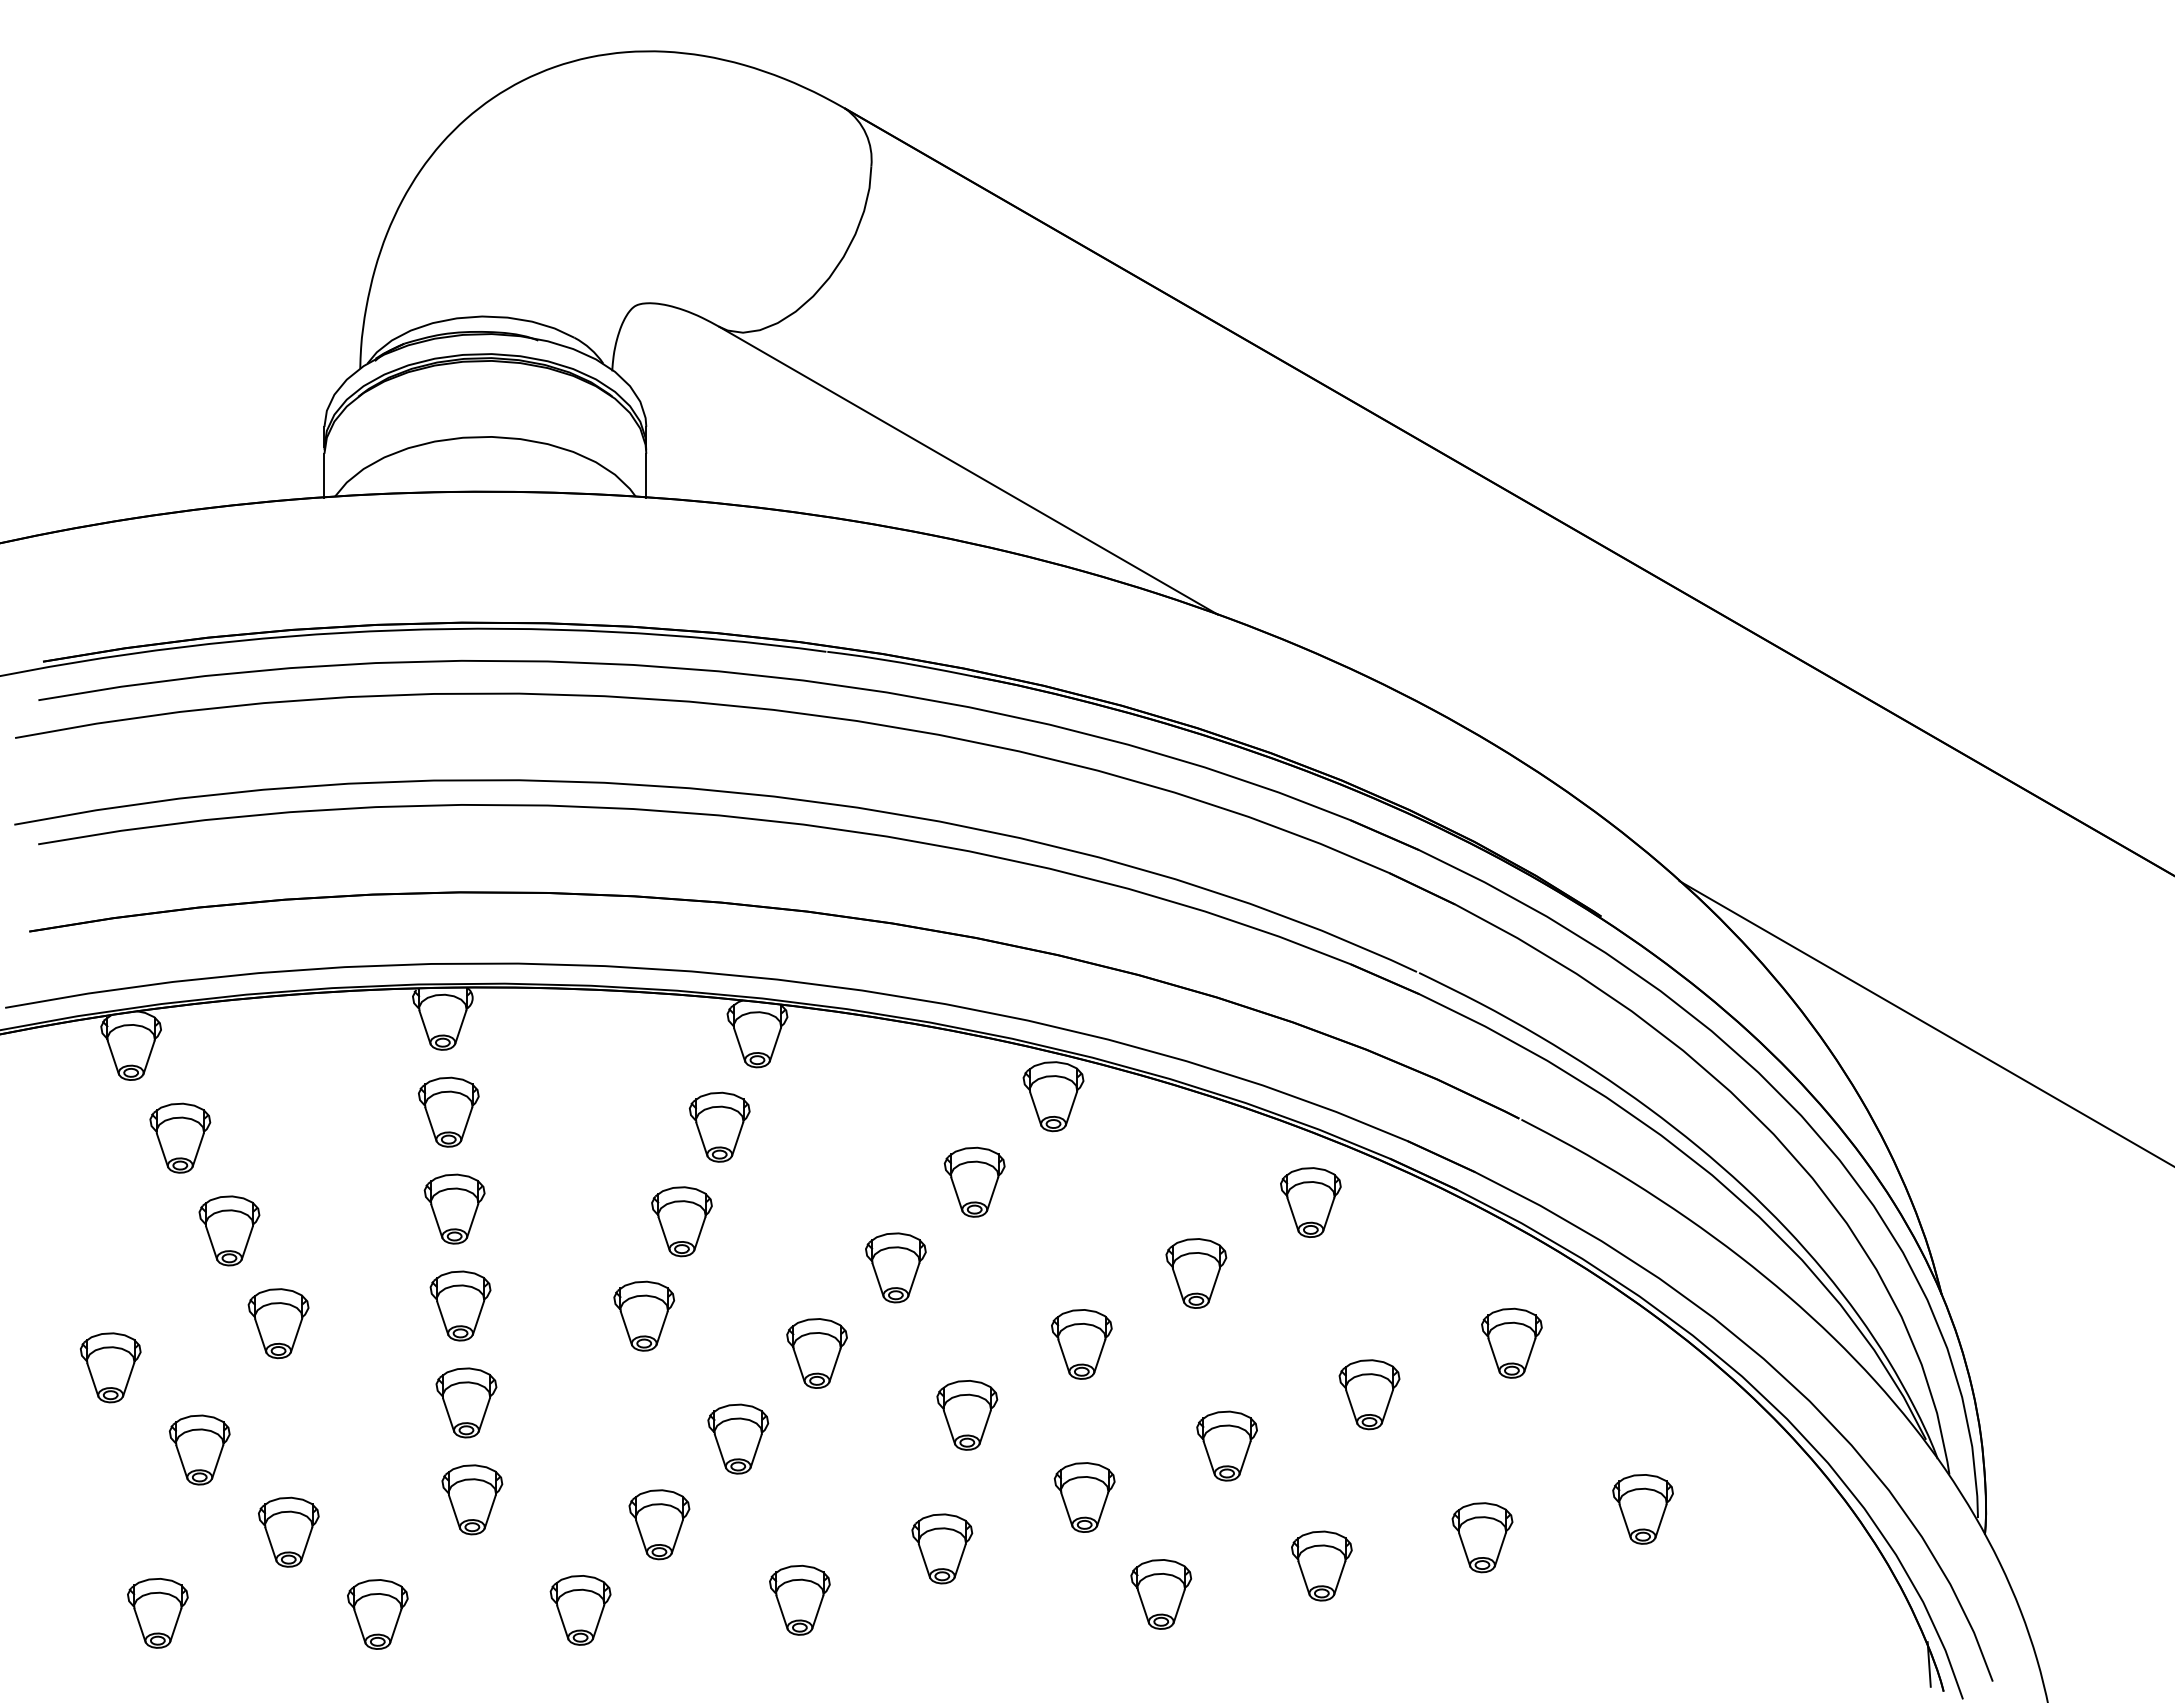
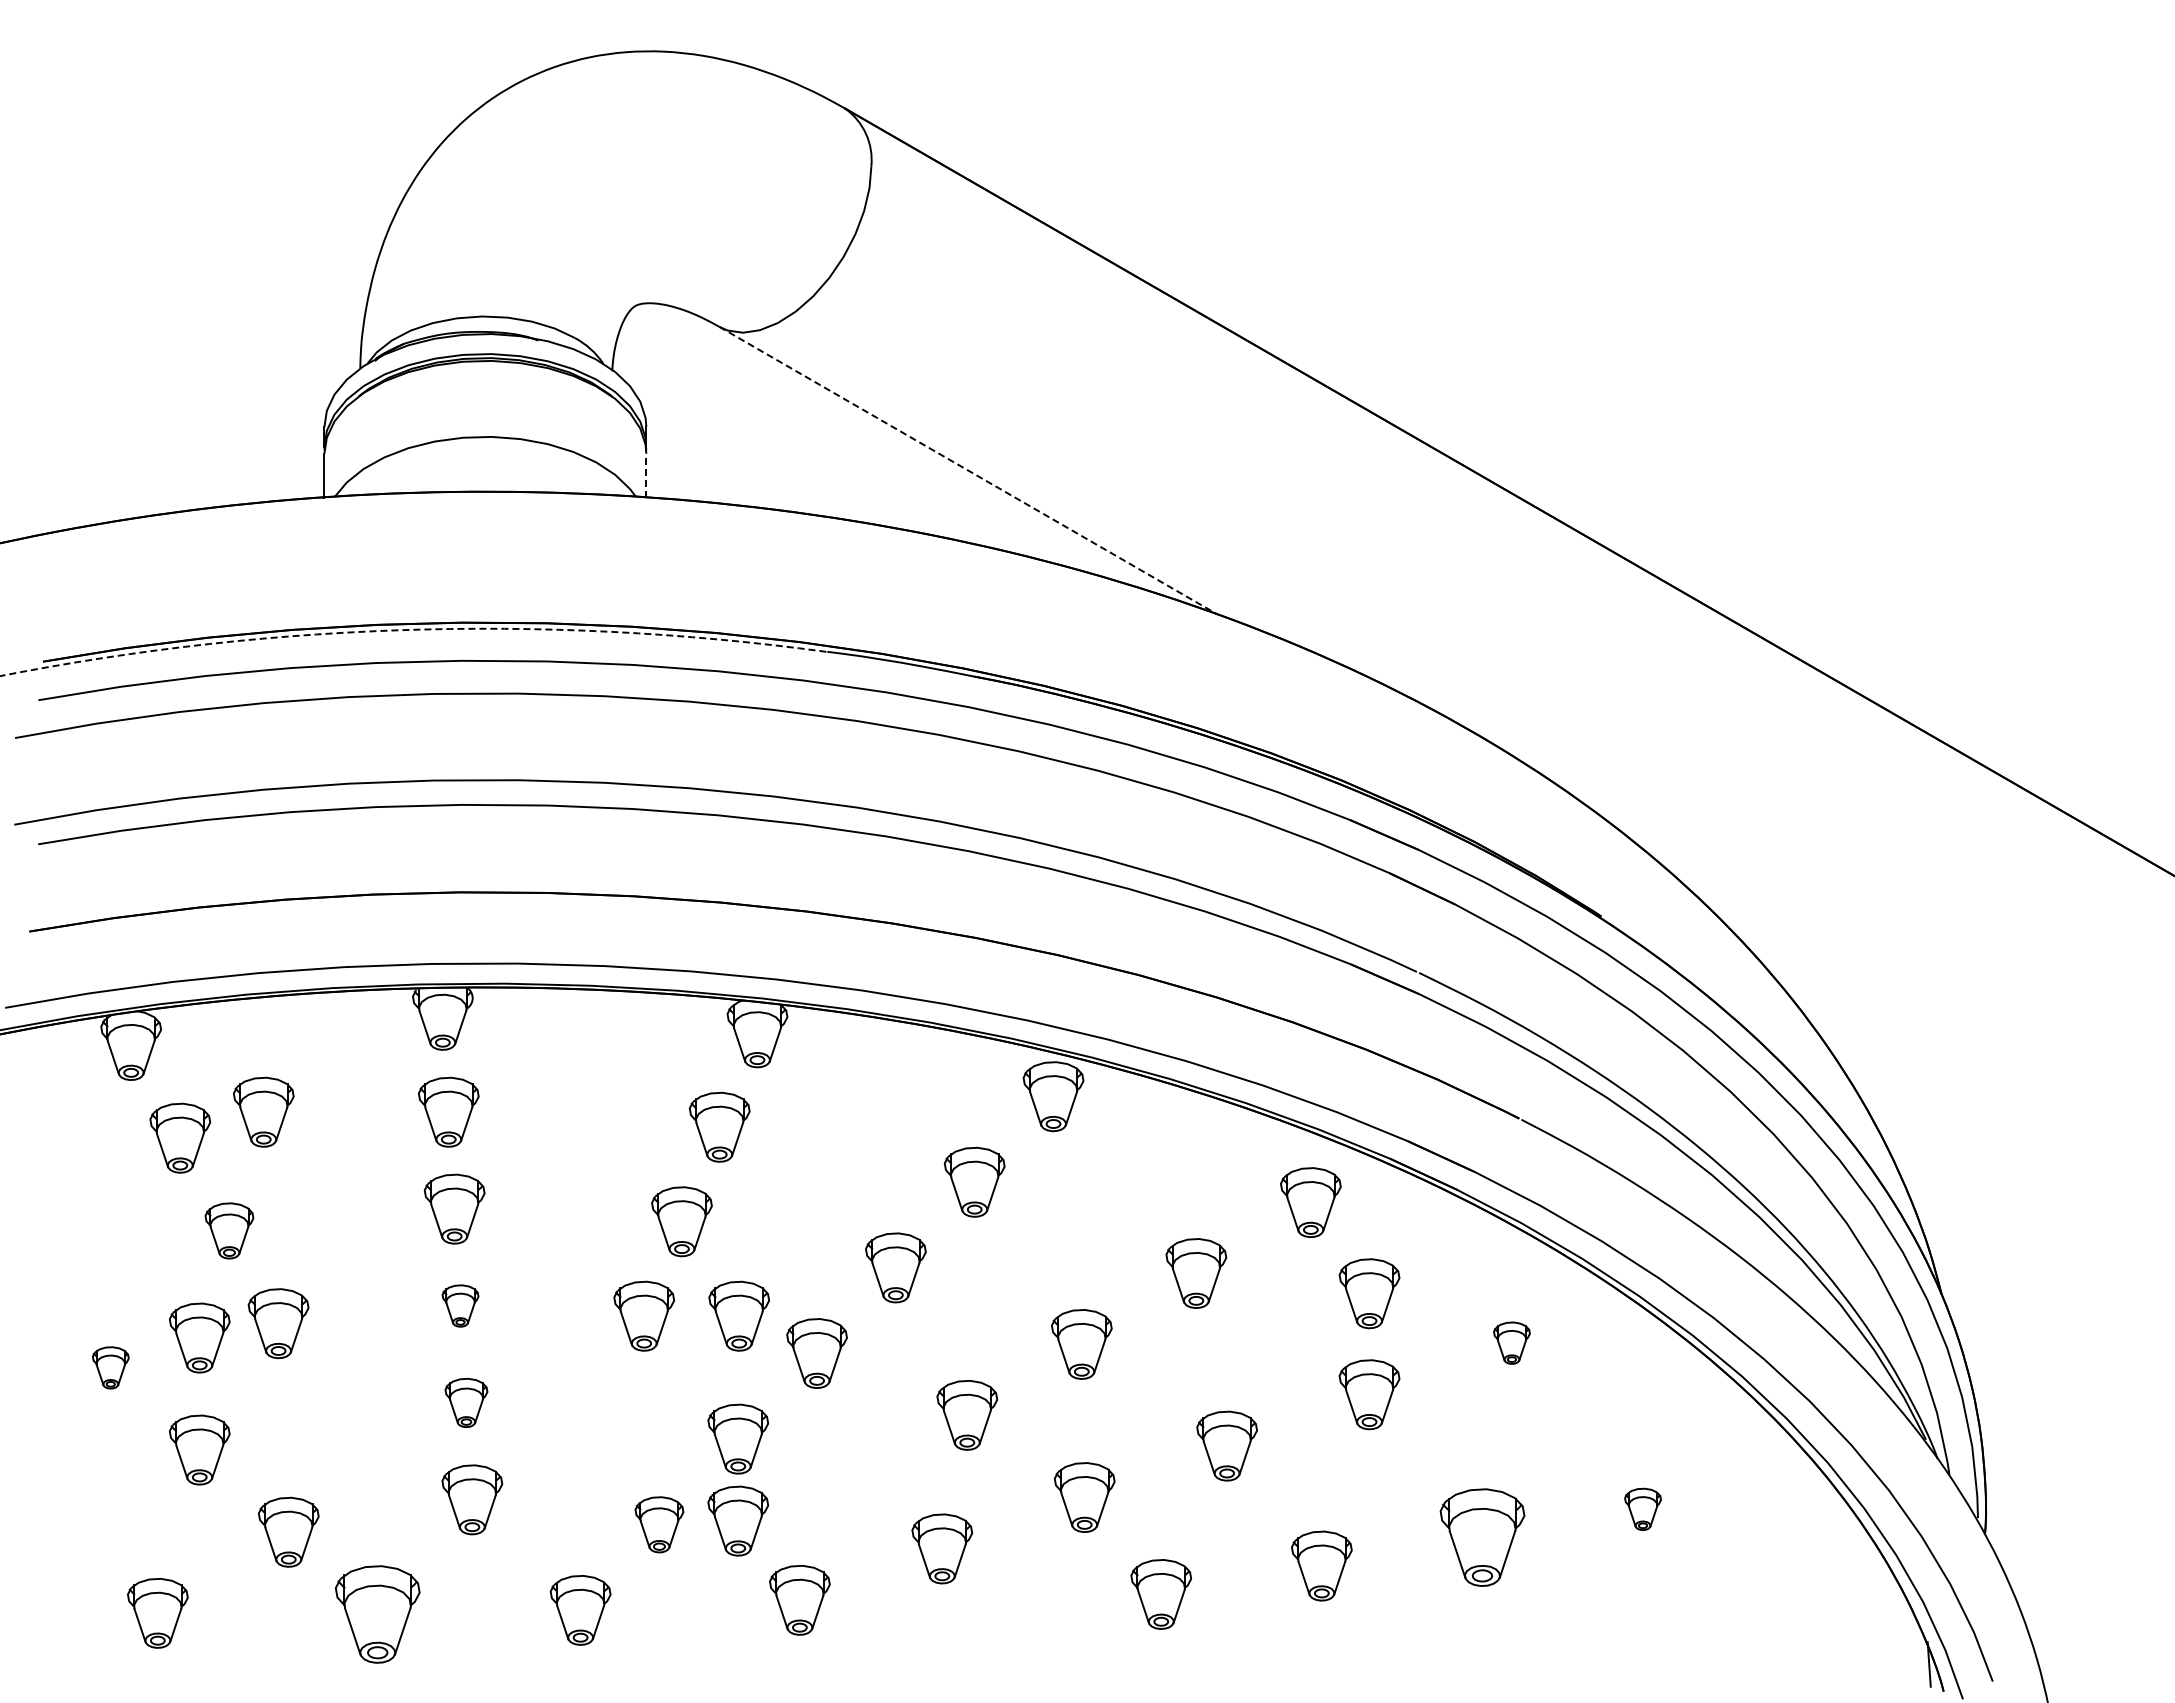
line at (968, 470): solid -> dashed
line at (646, 475): solid -> dashed
arc at (411, 629): solid -> dashed
line at (1925, 1023): present -> none
part at (263, 1111): none -> present
part at (229, 1230) size: 63x72 px -> 51x58 px
part at (1369, 1293): none -> present
part at (460, 1305) size: 63x72 px -> 39x44 px
part at (739, 1315): none -> present
part at (199, 1337): none -> present
part at (1511, 1342) size: 62x72 px -> 38x44 px
part at (110, 1367) size: 62x72 px -> 38x44 px
part at (466, 1402) size: 63x72 px -> 45x51 px
part at (1642, 1509) size: 62x71 px -> 38x44 px
part at (738, 1520): none -> present
part at (659, 1524) size: 63x72 px -> 51x58 px
part at (1482, 1537) size: 63x72 px -> 87x99 px
part at (377, 1614) size: 62x71 px -> 86x99 px
